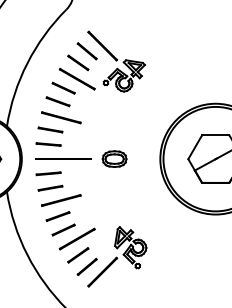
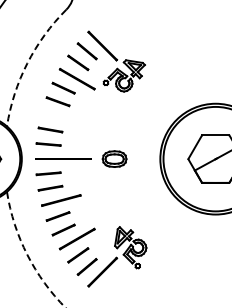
arc at (27, 63): solid -> dashed
line at (61, 117): present -> none
arc at (27, 254): solid -> dashed
